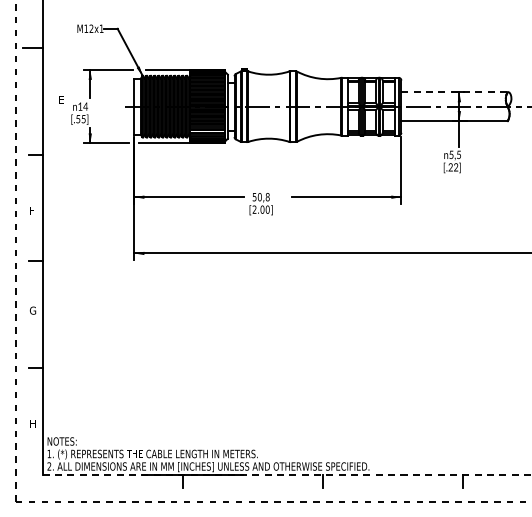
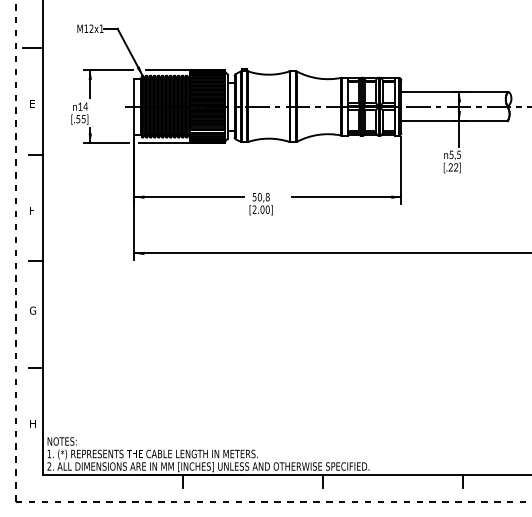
line at (455, 92): dashed -> solid
text at (61, 99) position: (61, 99) -> (32, 103)
line at (287, 474): dashed -> solid
